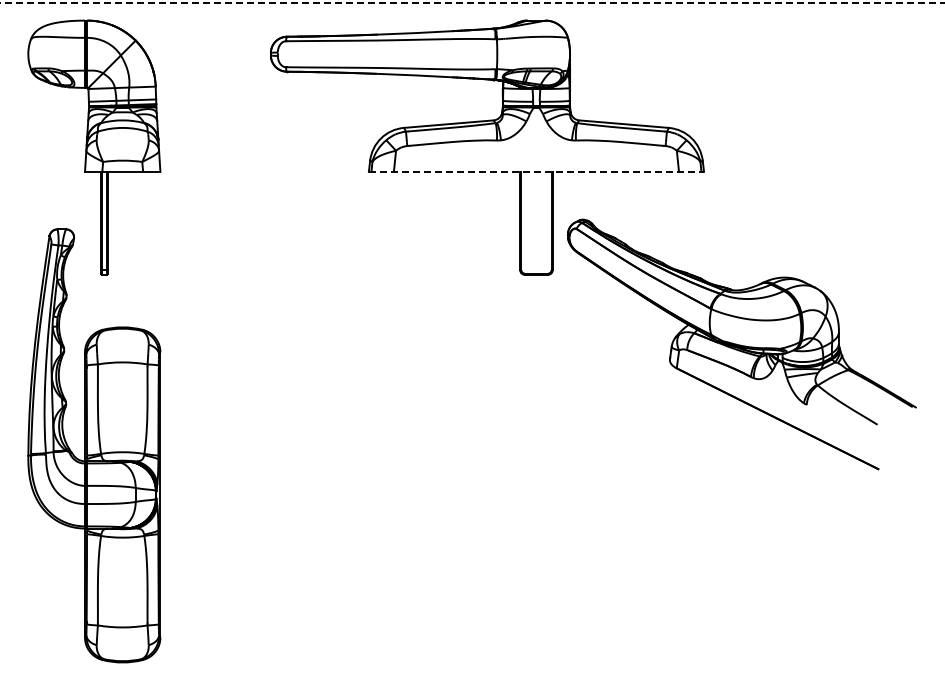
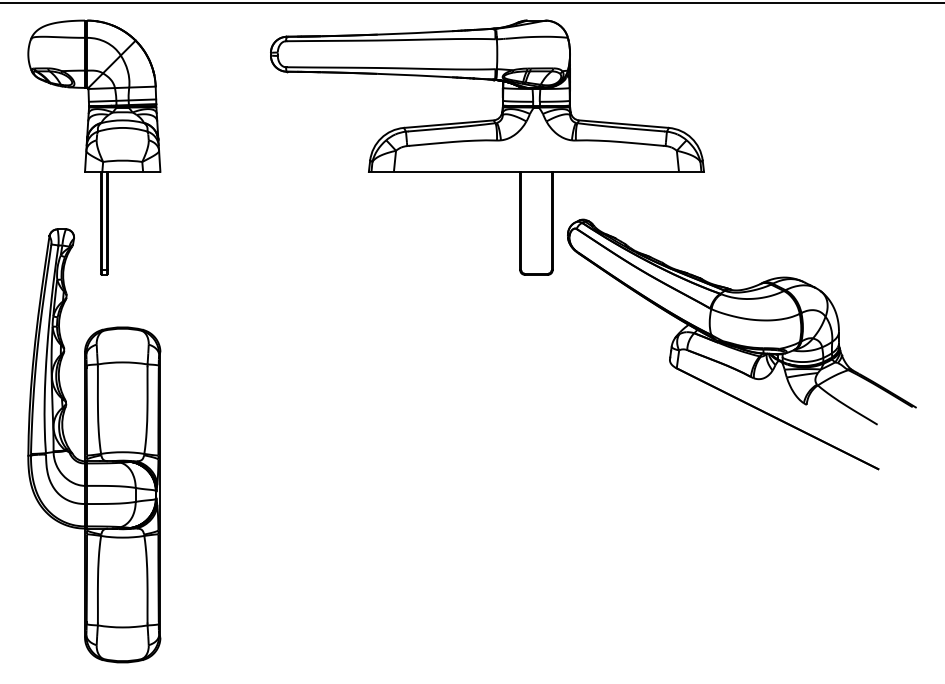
line at (472, 2): dashed -> solid
line at (536, 171): dashed -> solid
